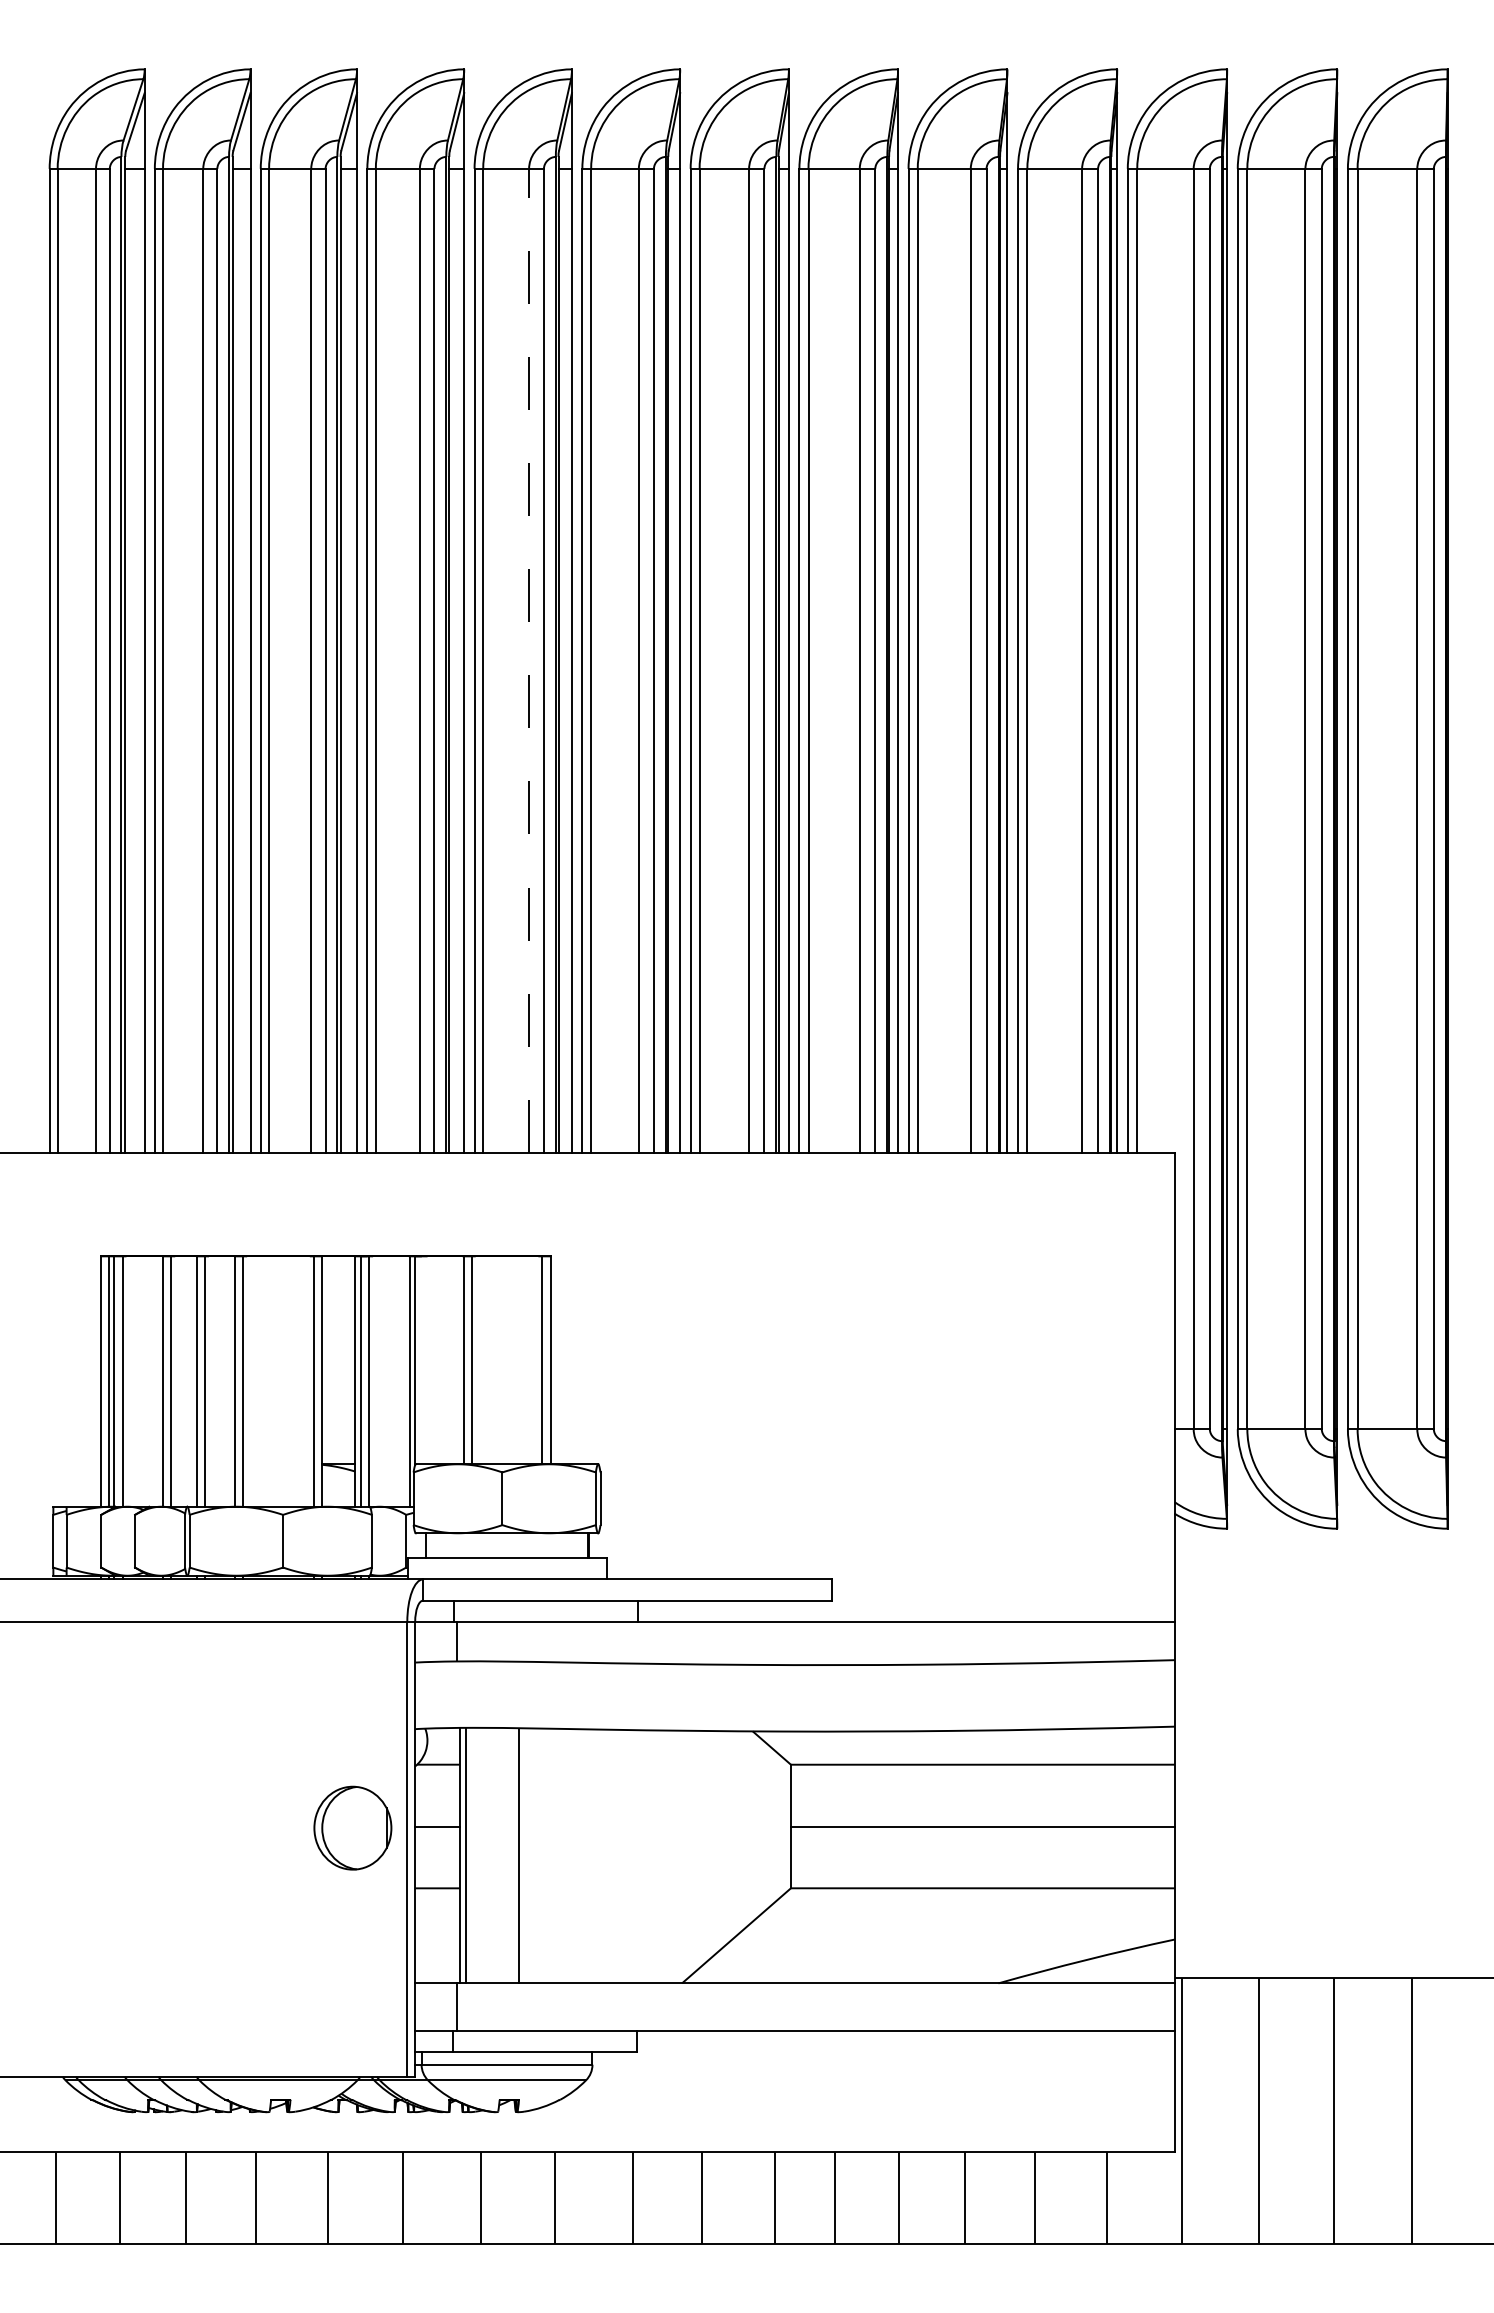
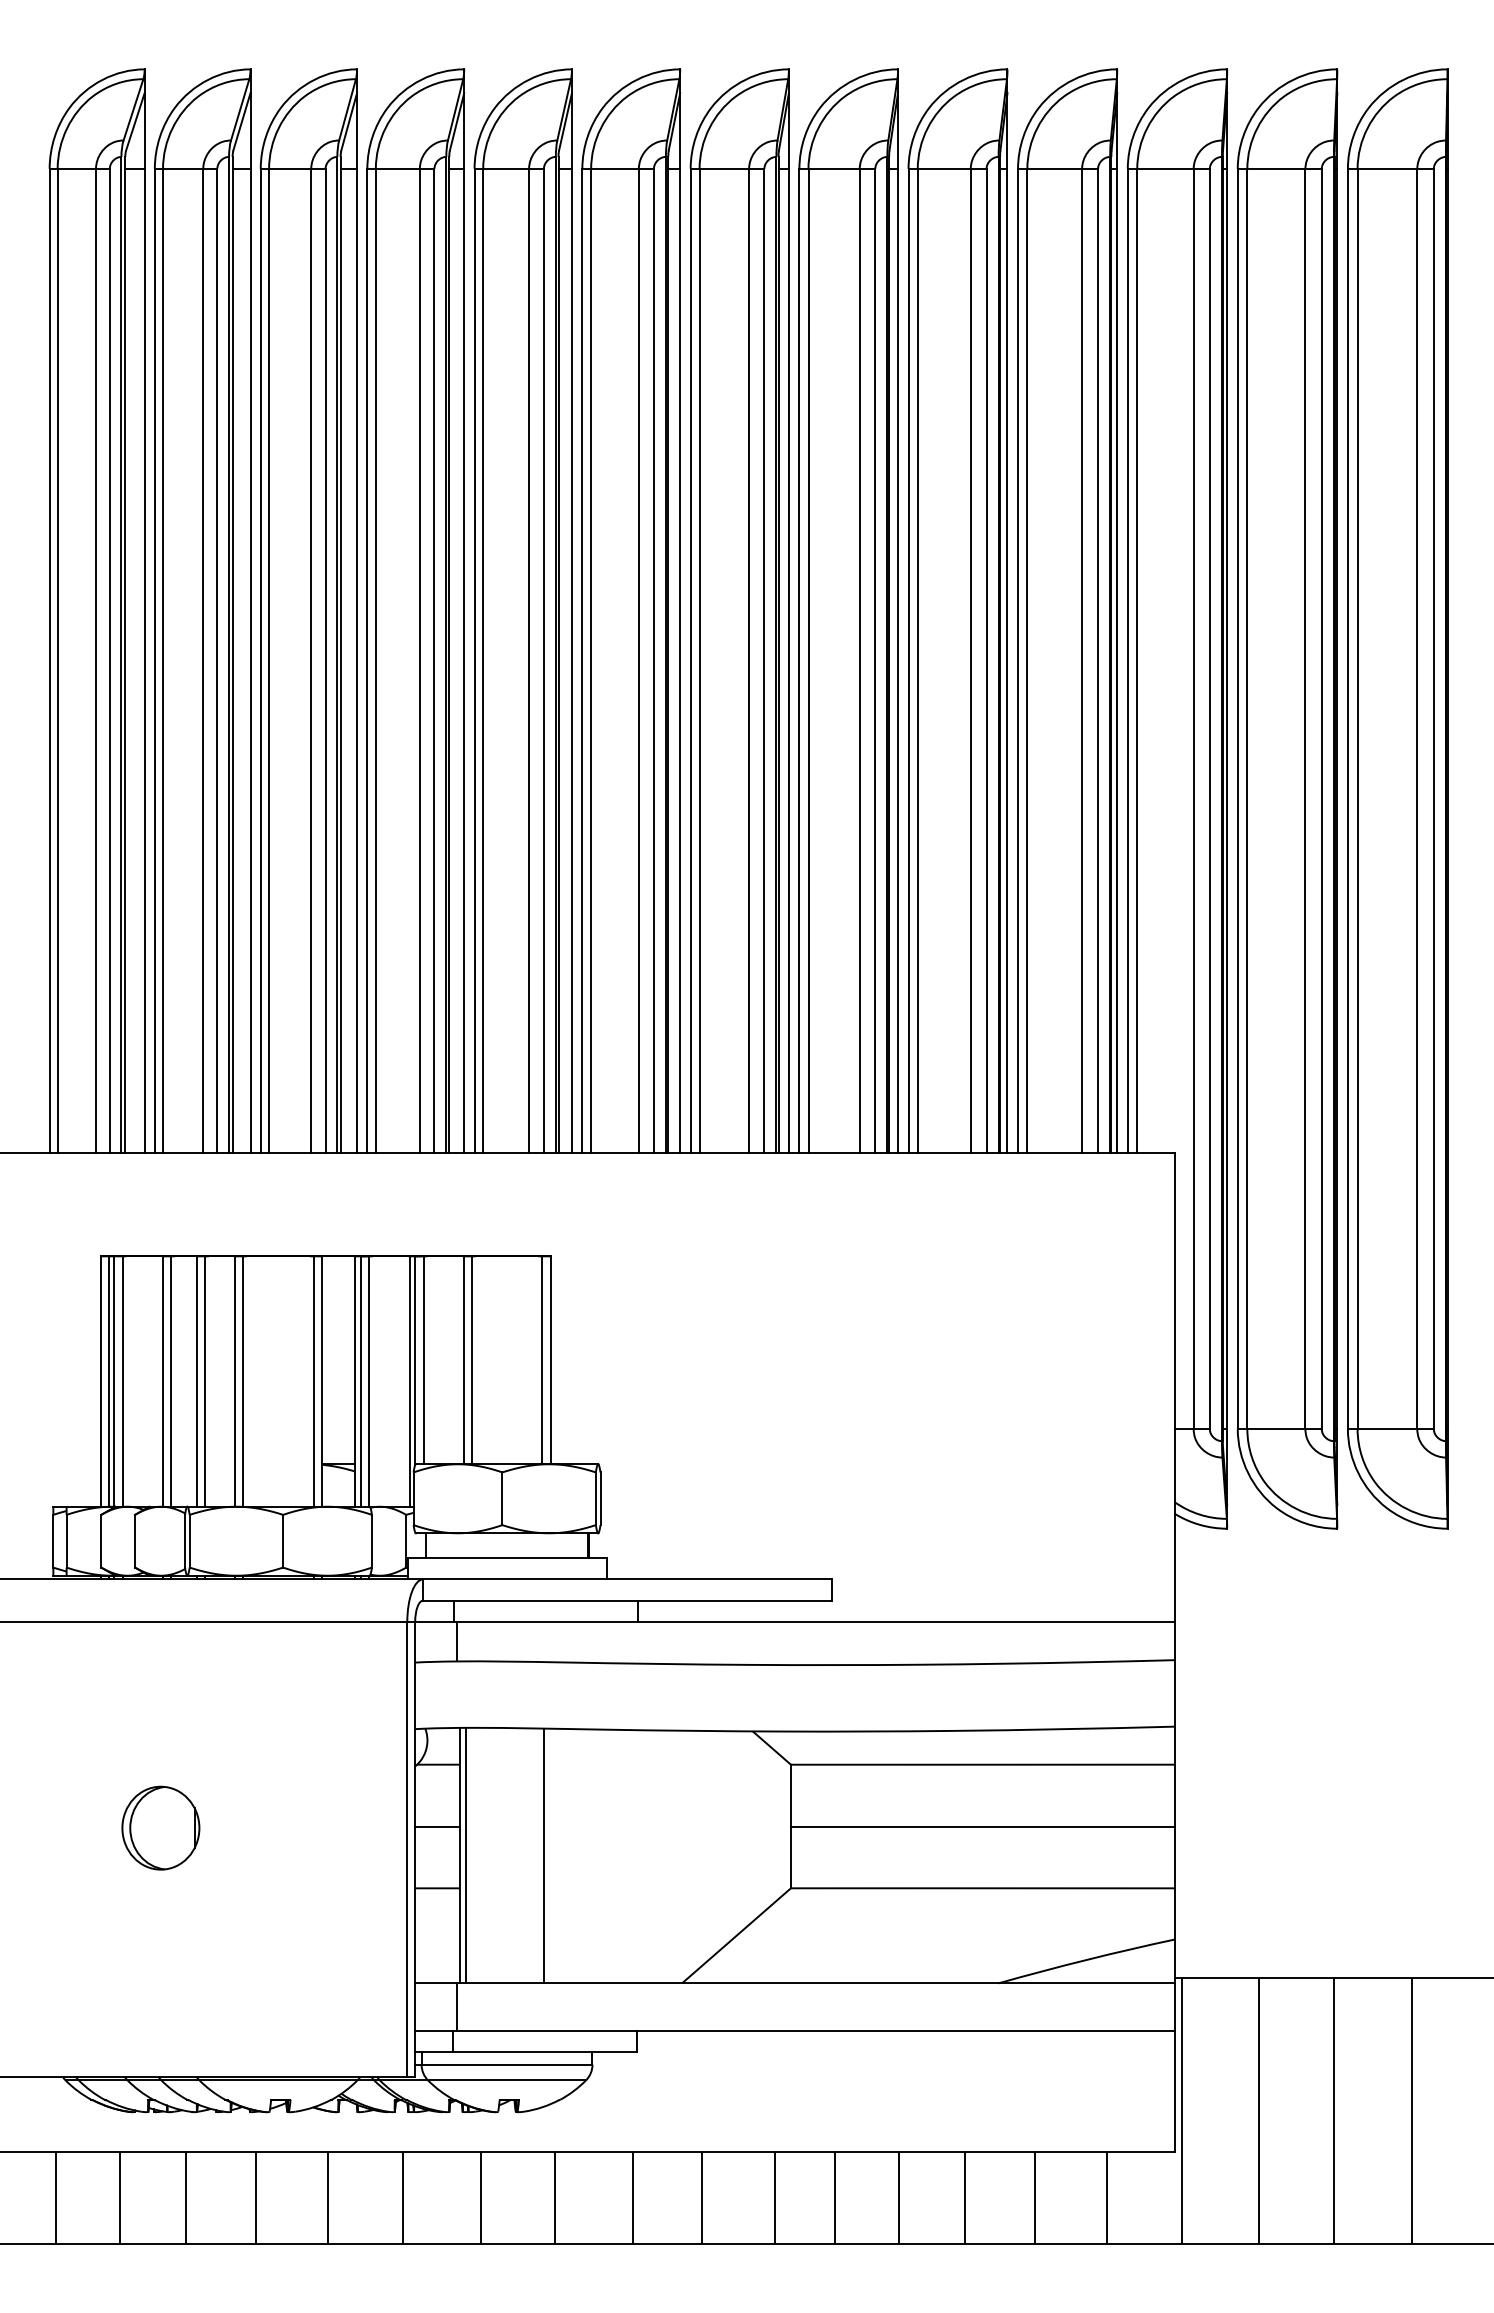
line at (529, 660): dashed -> solid
line at (423, 1360): none -> present
part at (352, 1827) position: (352, 1827) -> (160, 1827)
line at (519, 1855) position: (519, 1855) -> (544, 1855)
